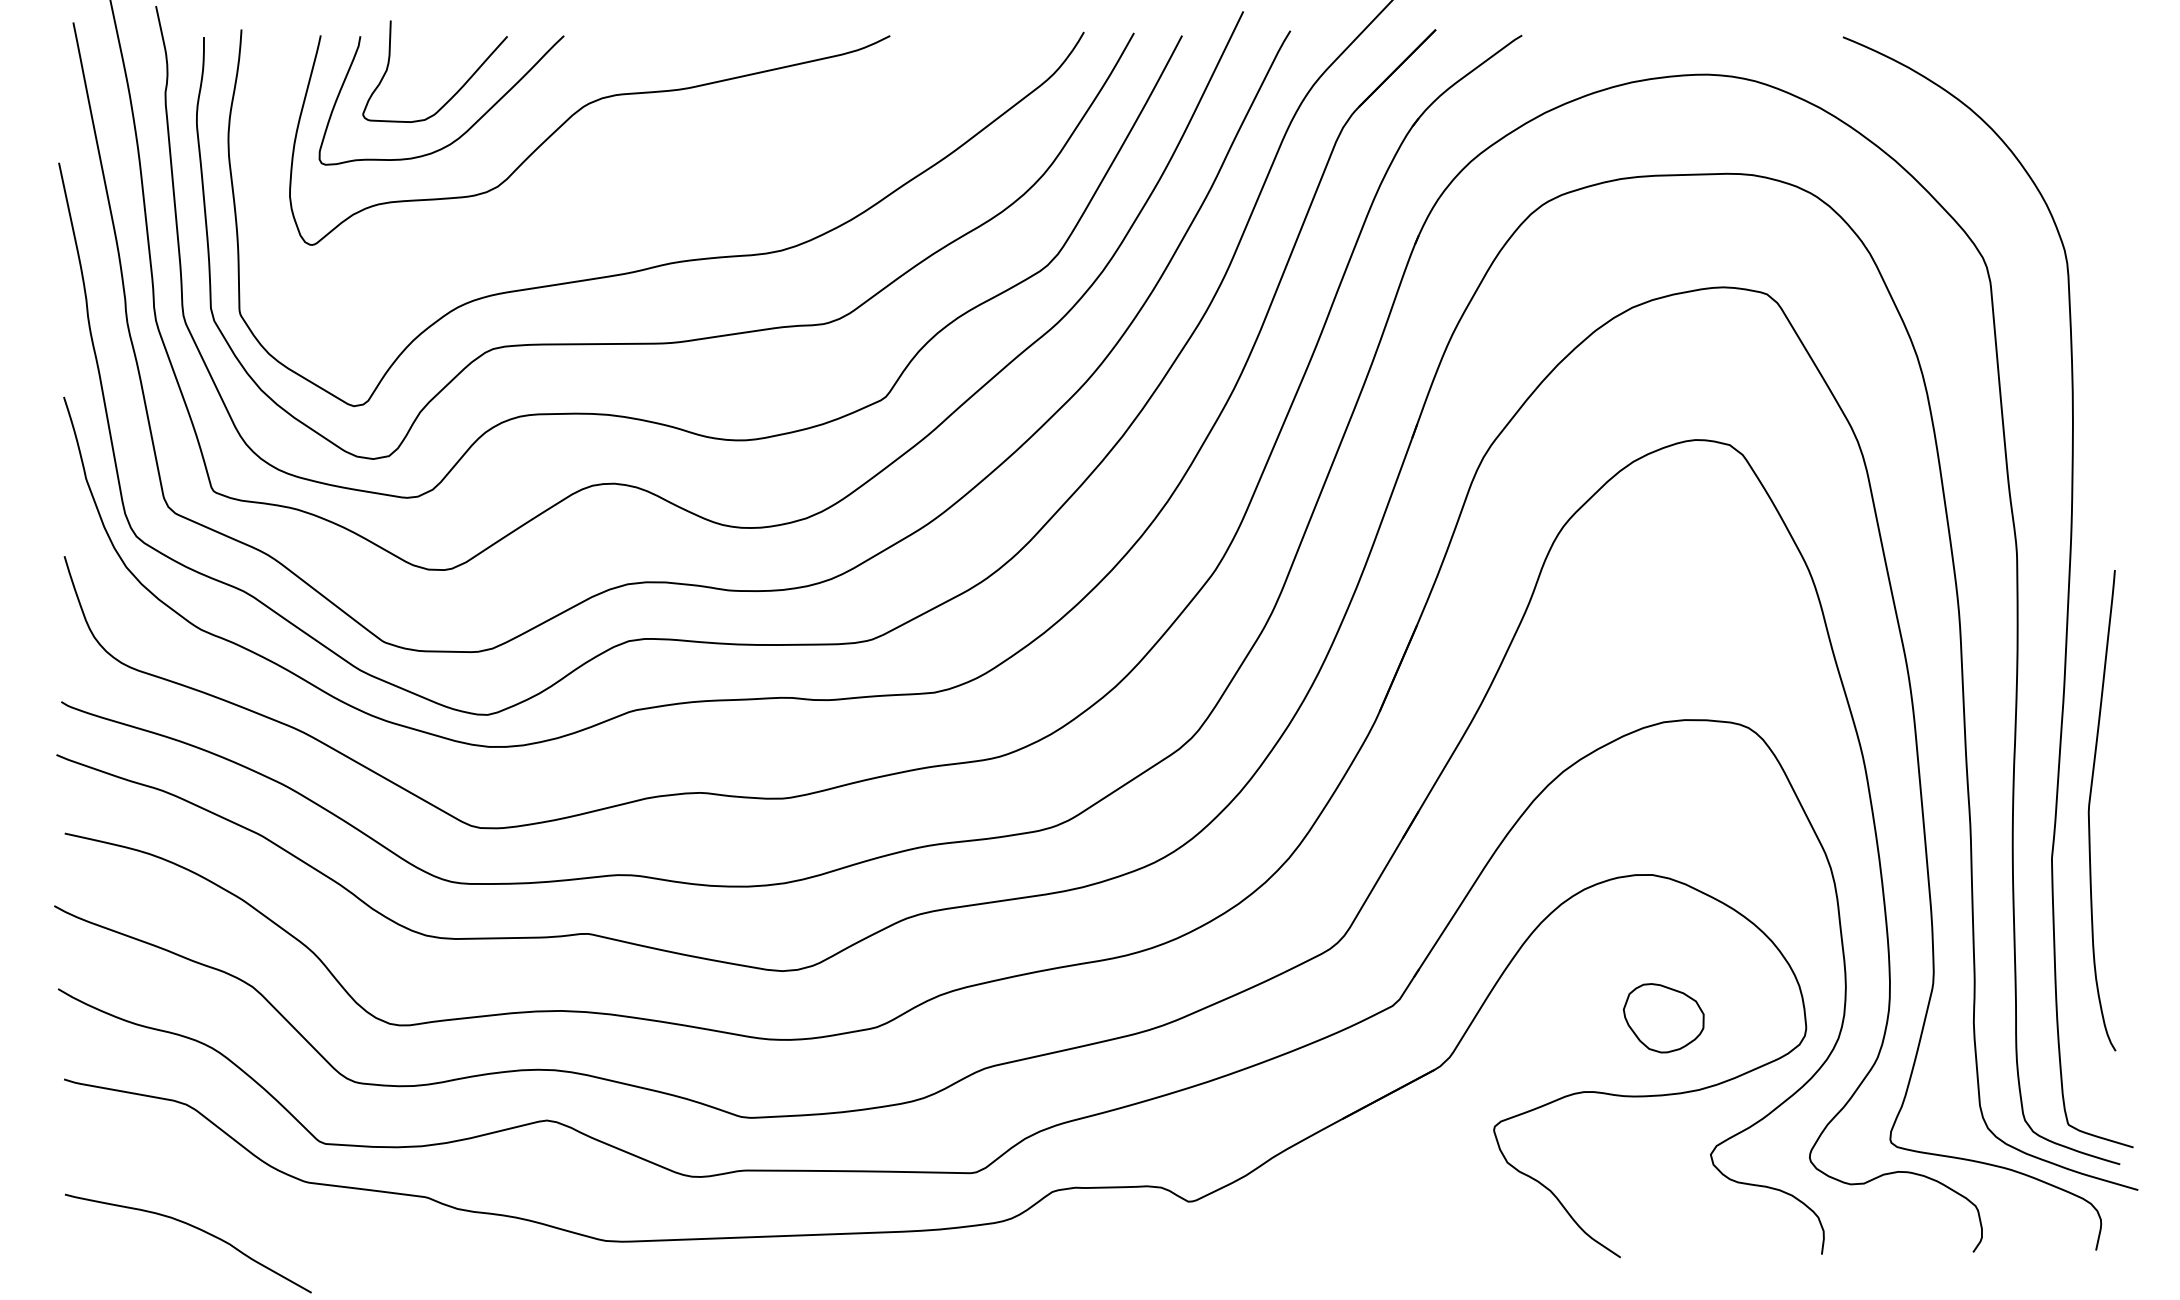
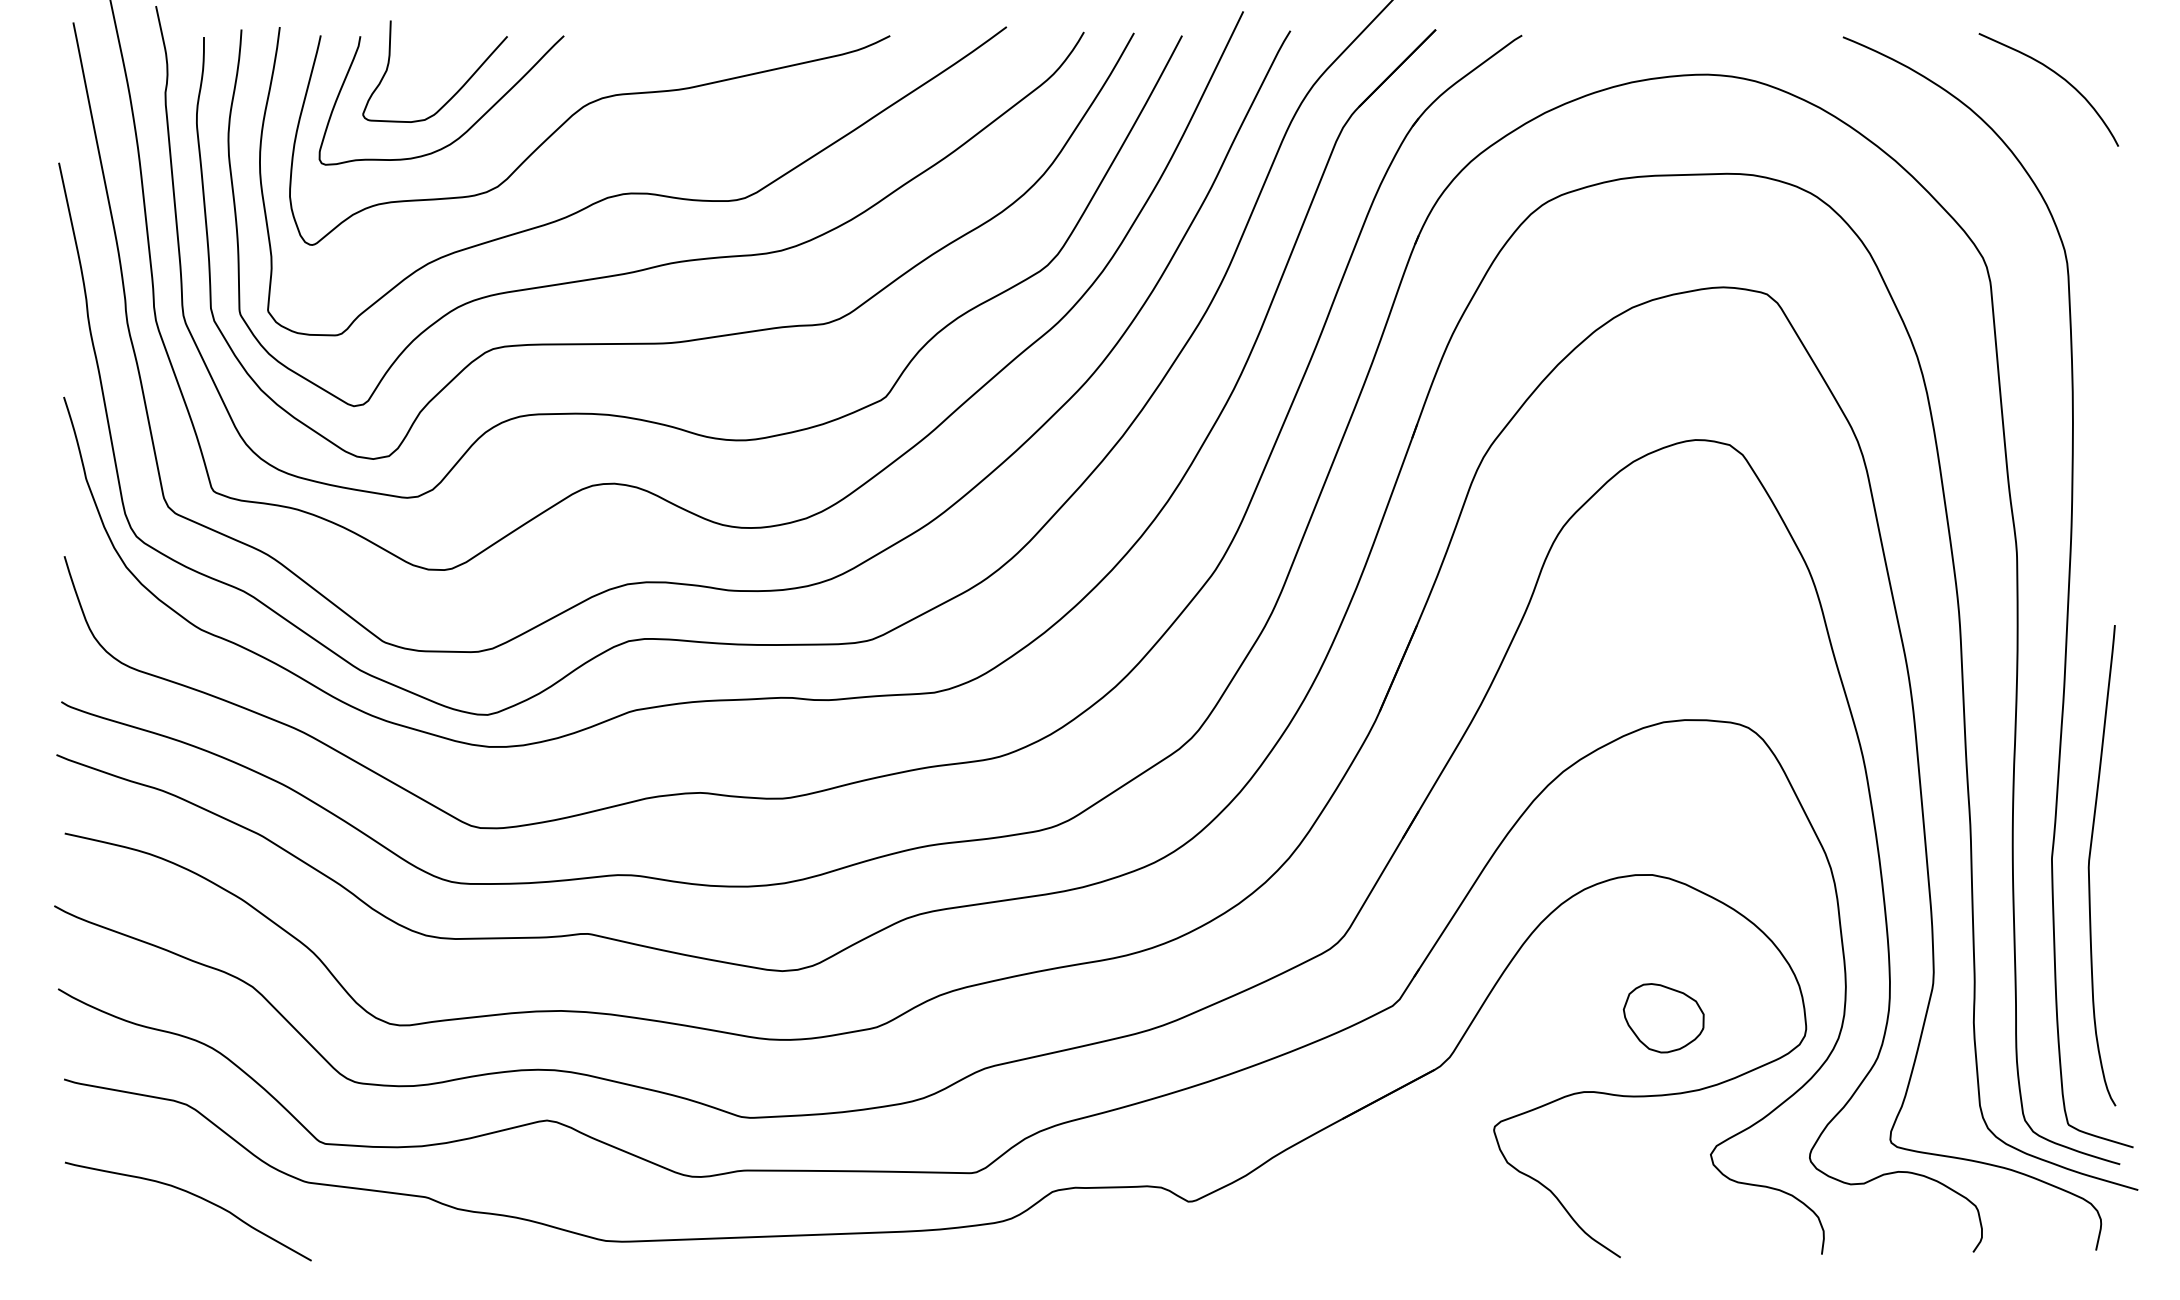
curve at (2058, 76): none -> present
curve at (633, 192): none -> present
curve at (2089, 810) position: (2089, 810) -> (2089, 865)
curve at (195, 1228) position: (195, 1228) -> (195, 1196)
